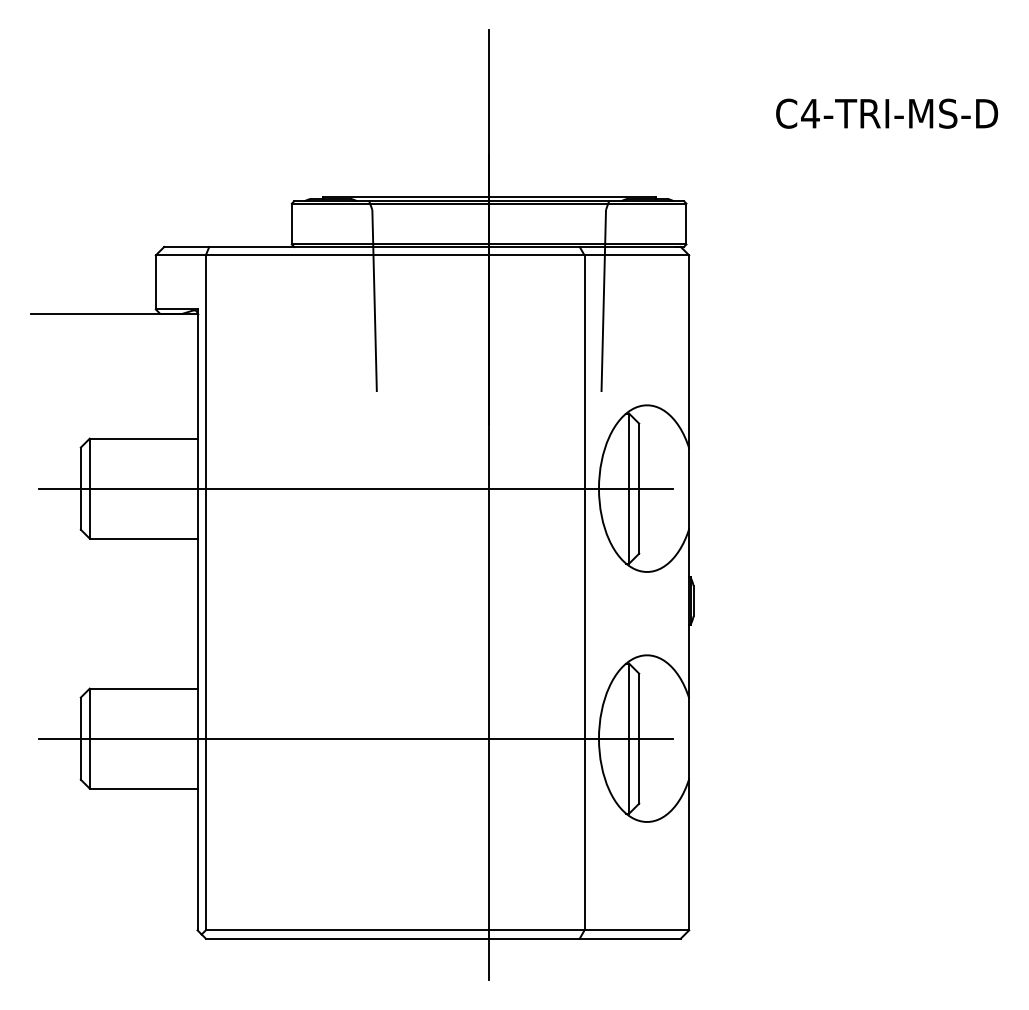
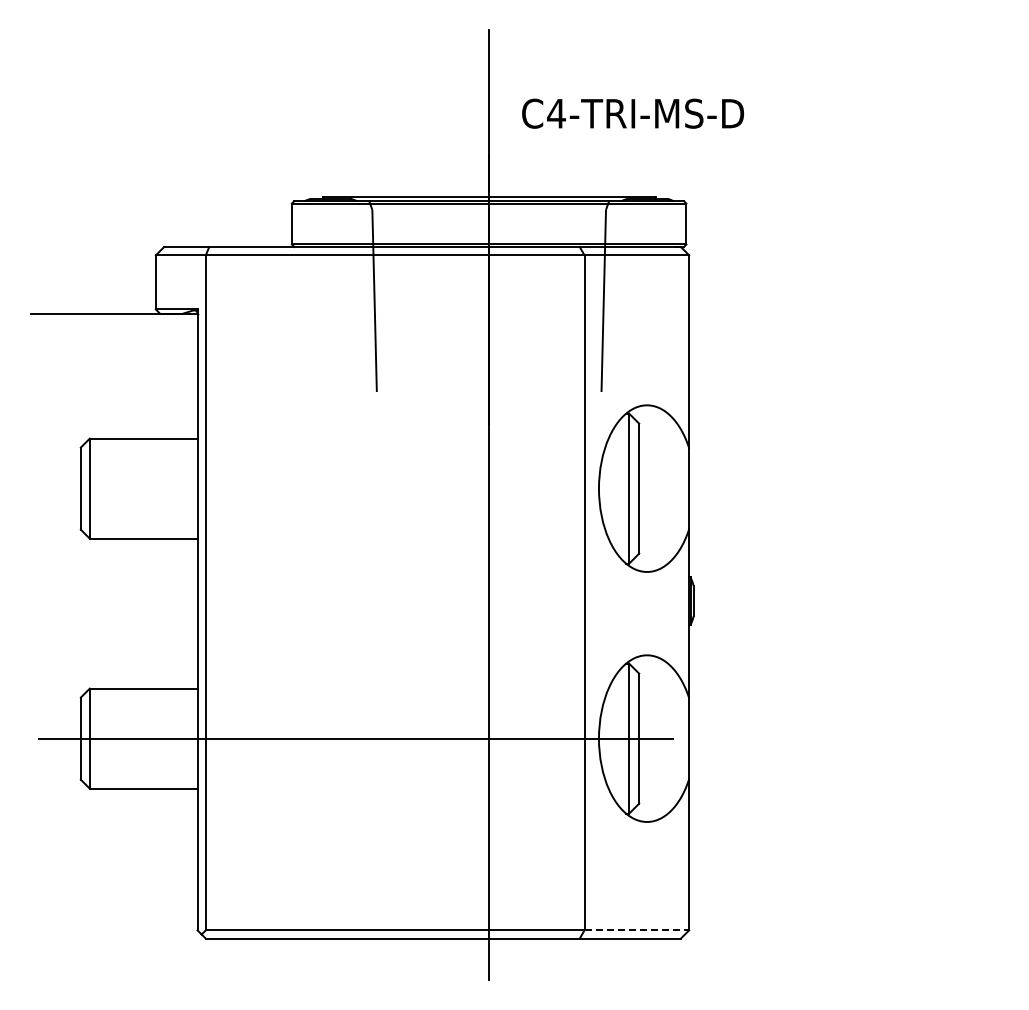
text at (887, 113) position: (887, 113) -> (633, 113)
line at (356, 488): present -> none
line at (637, 930): solid -> dashed
